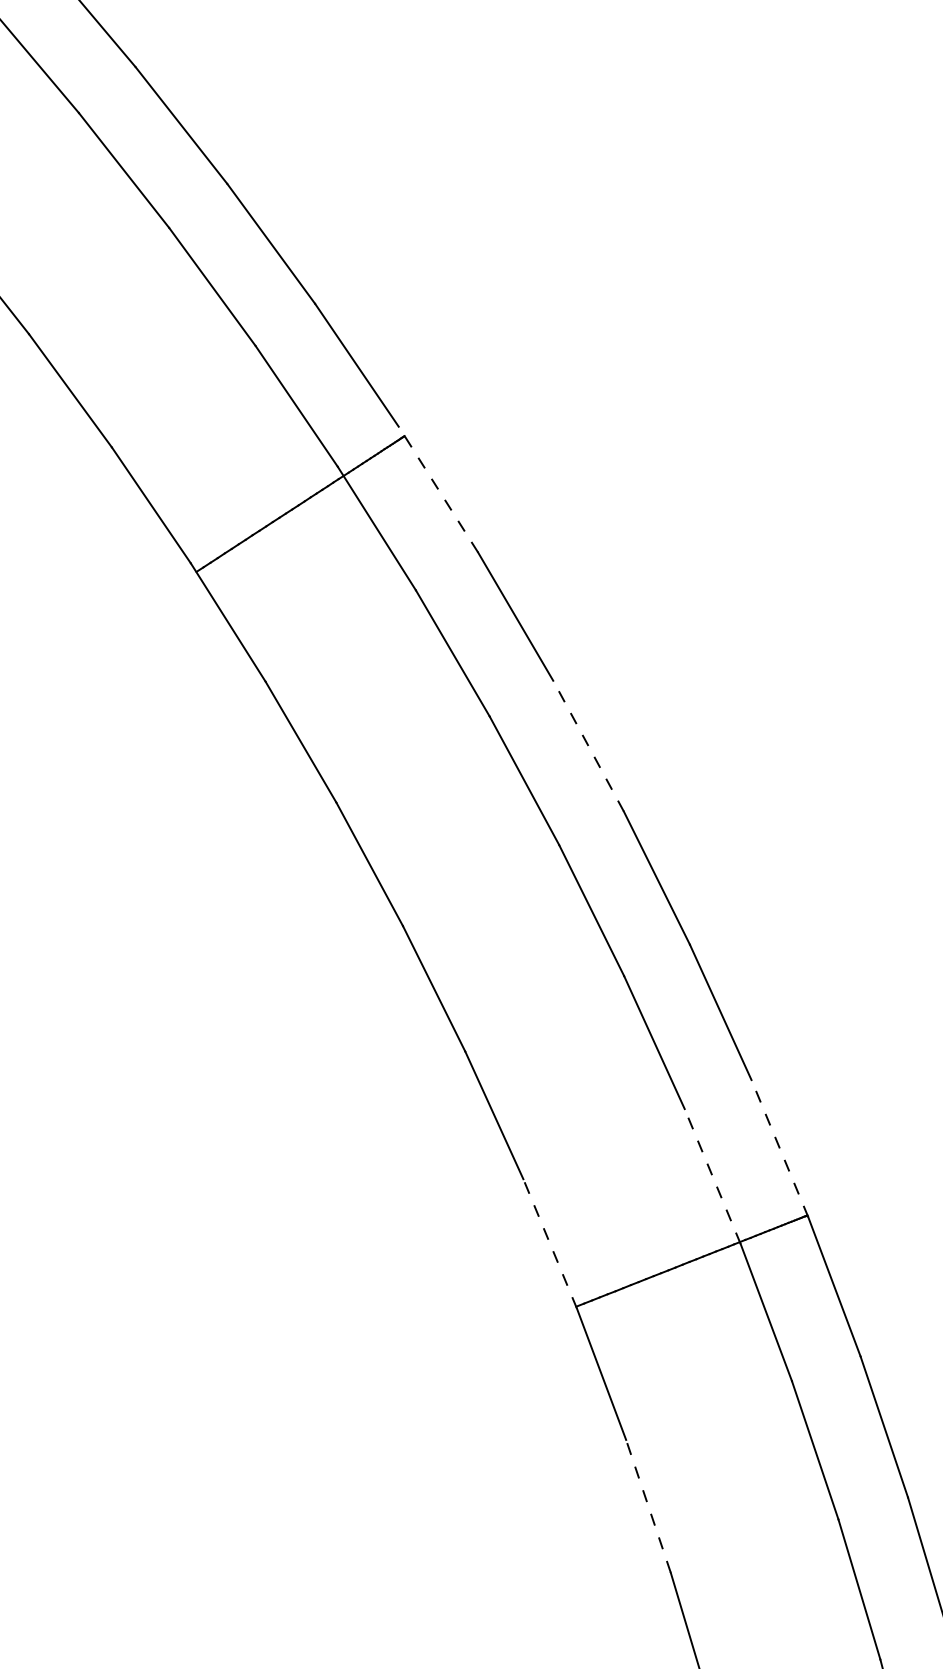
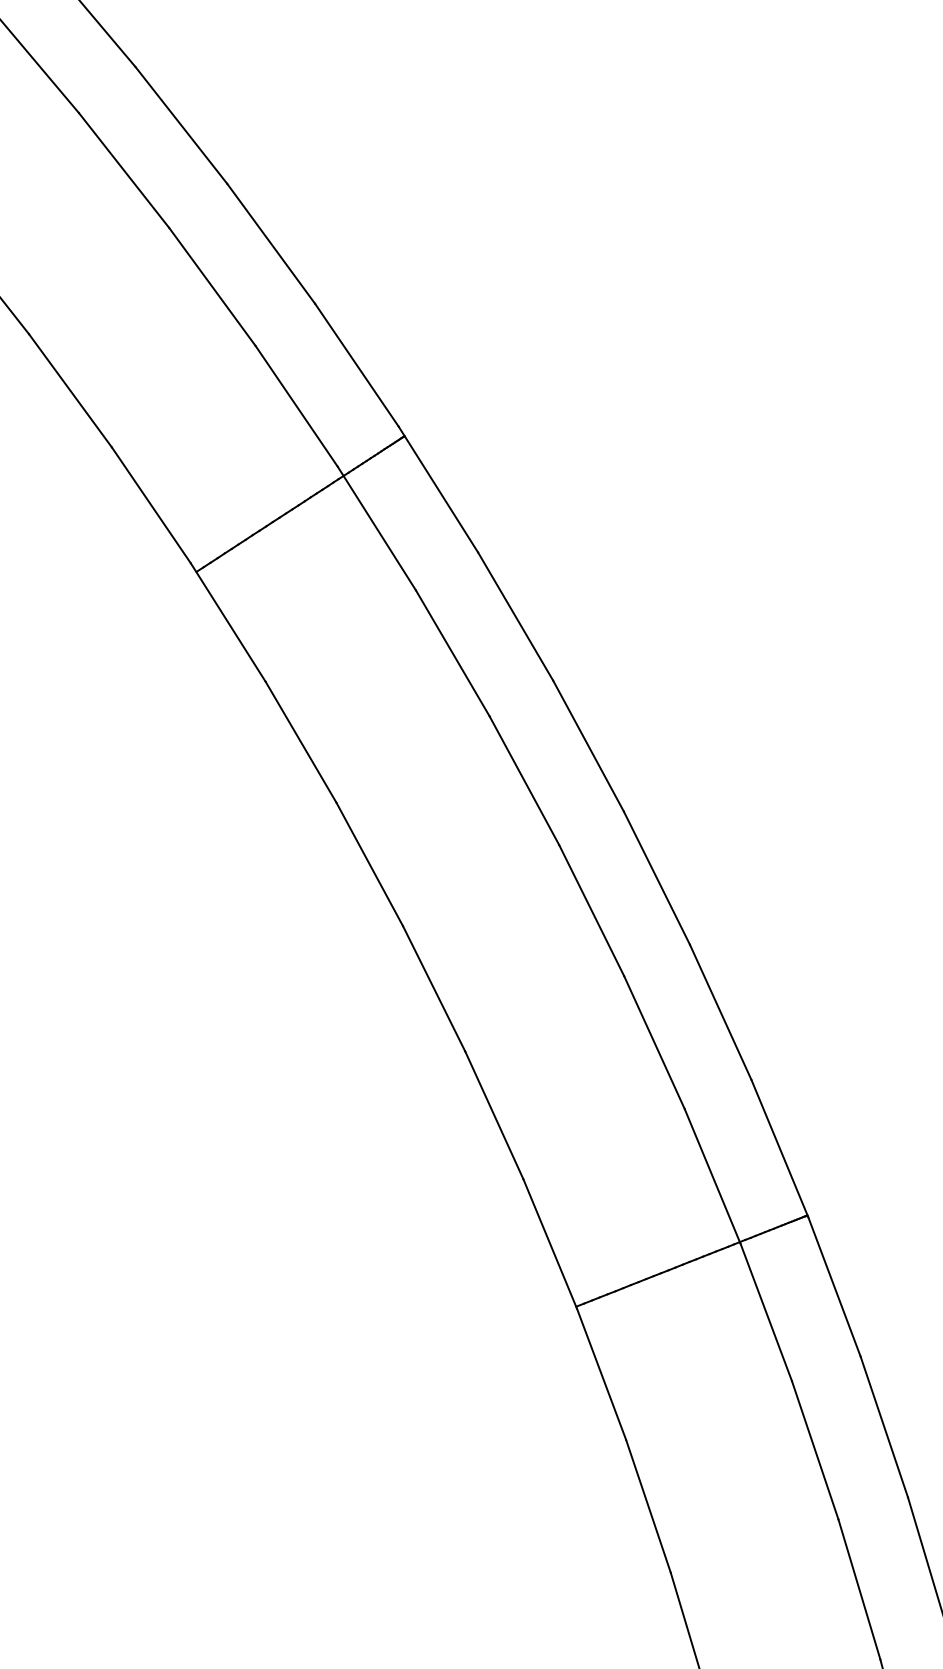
line at (438, 489): dashed -> solid
line at (588, 745): dashed -> solid
line at (779, 1148): dashed -> solid
line at (712, 1176): dashed -> solid
line at (550, 1243): dashed -> solid
line at (648, 1505): dashed -> solid
